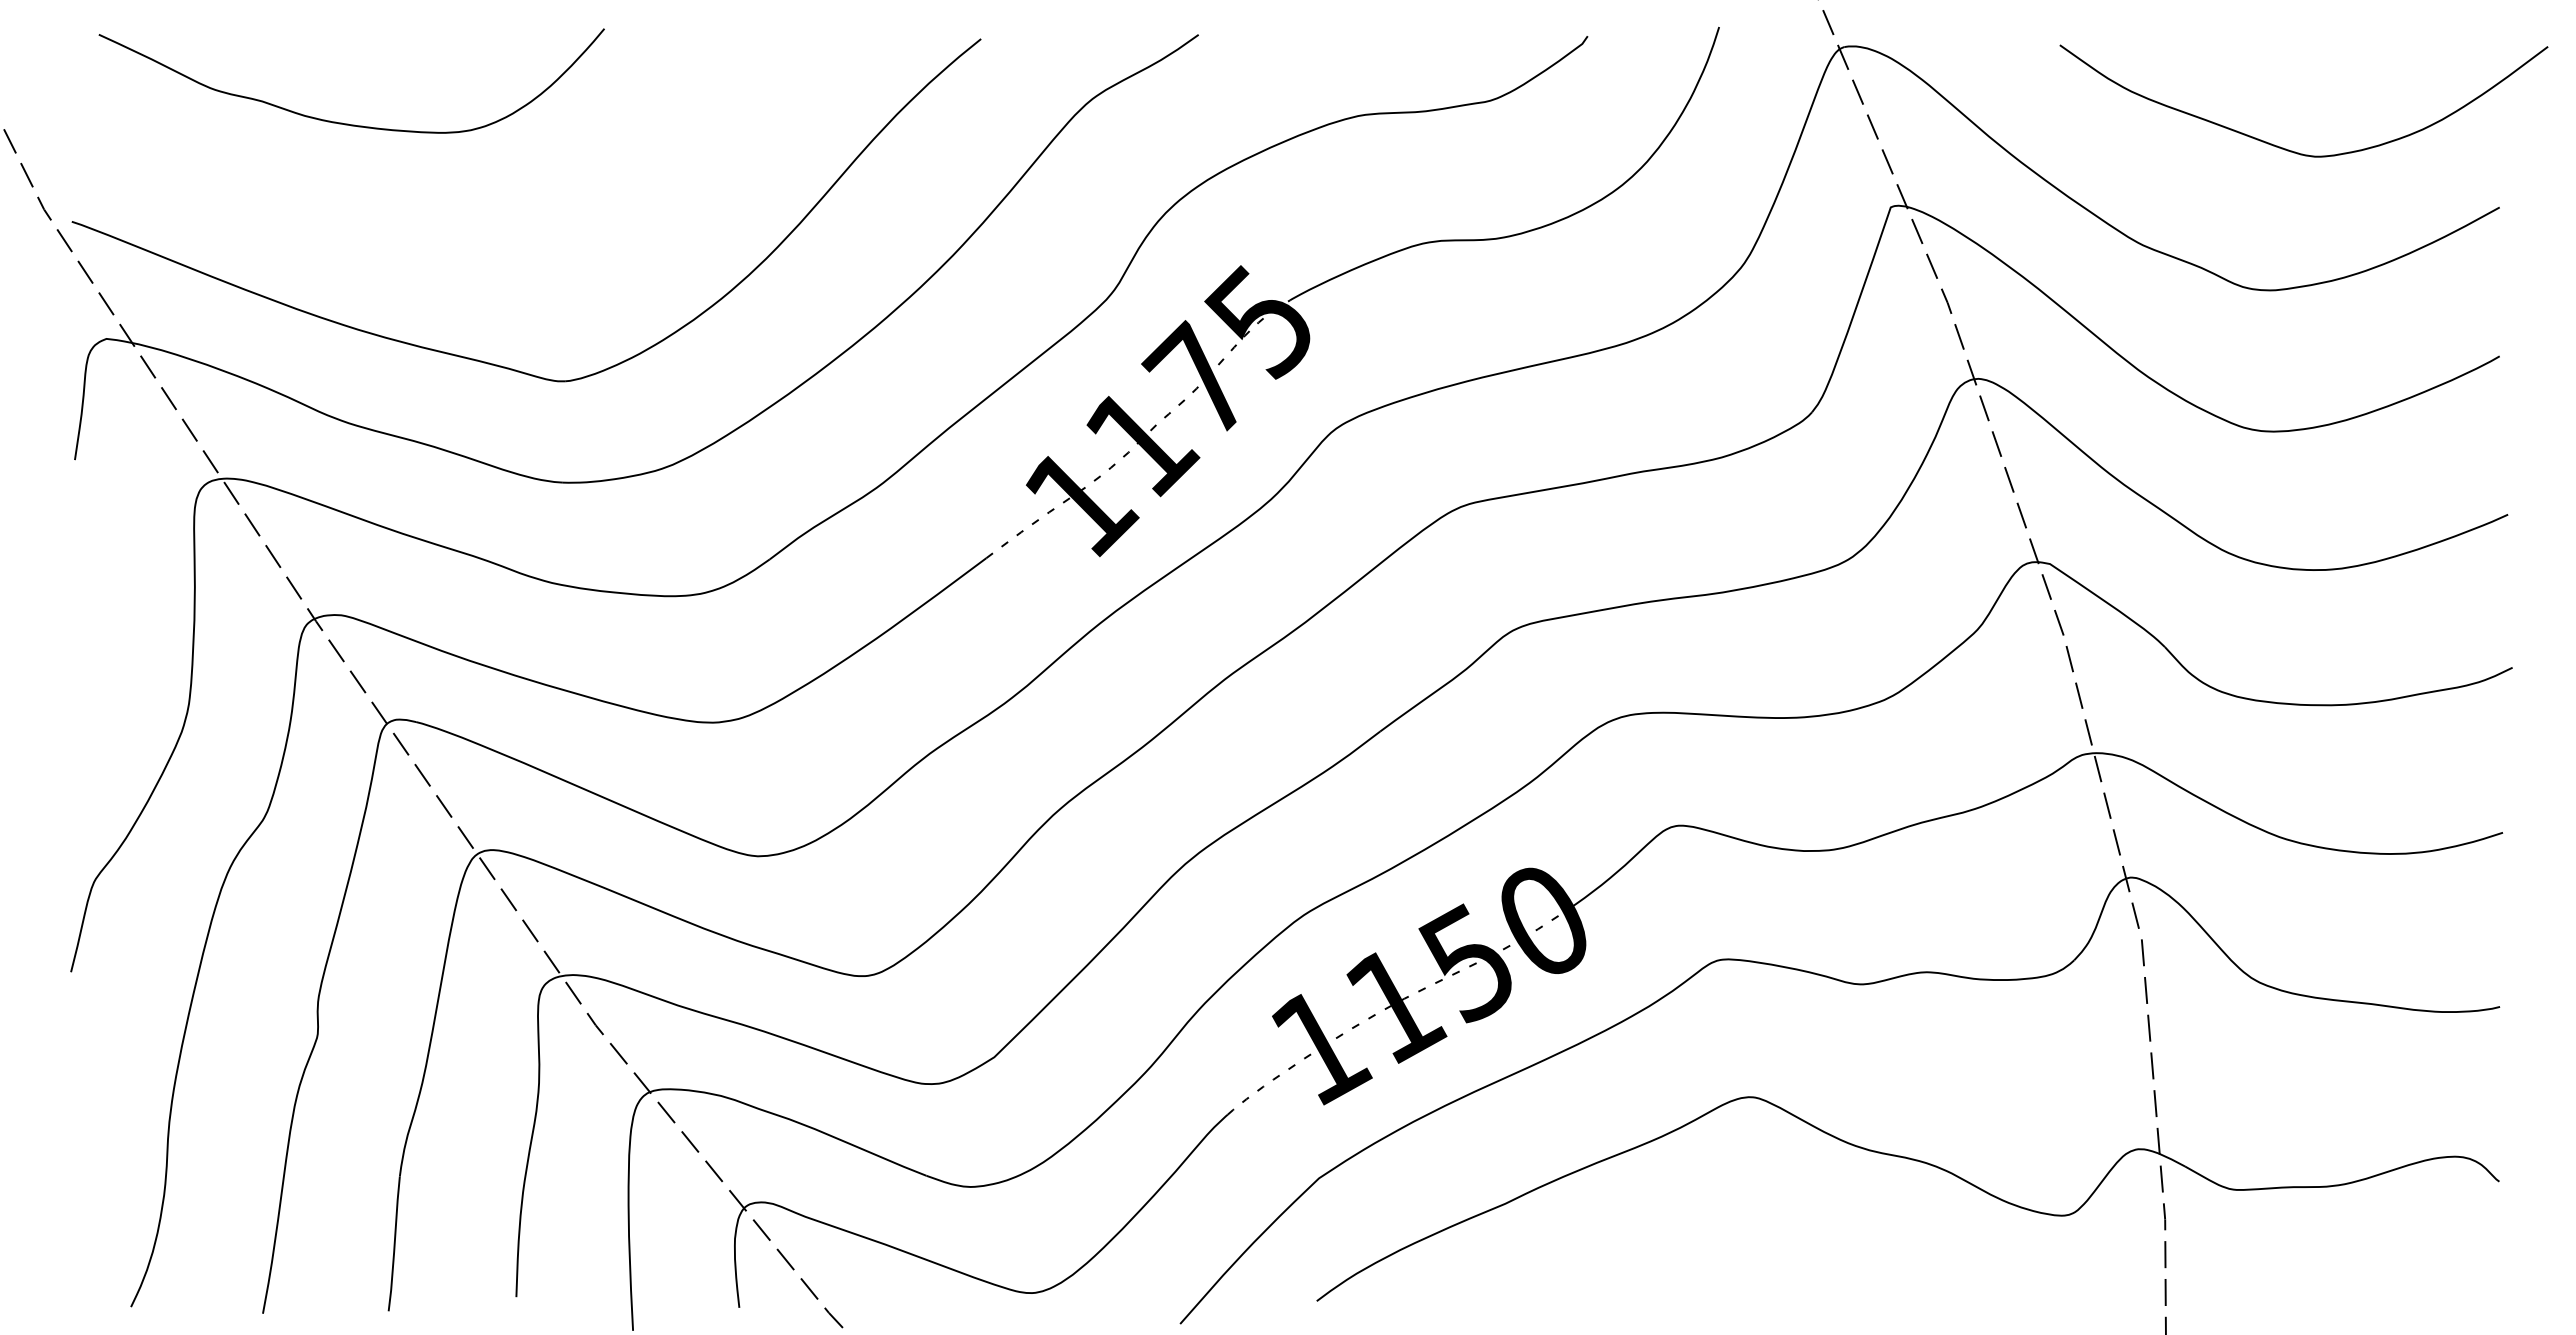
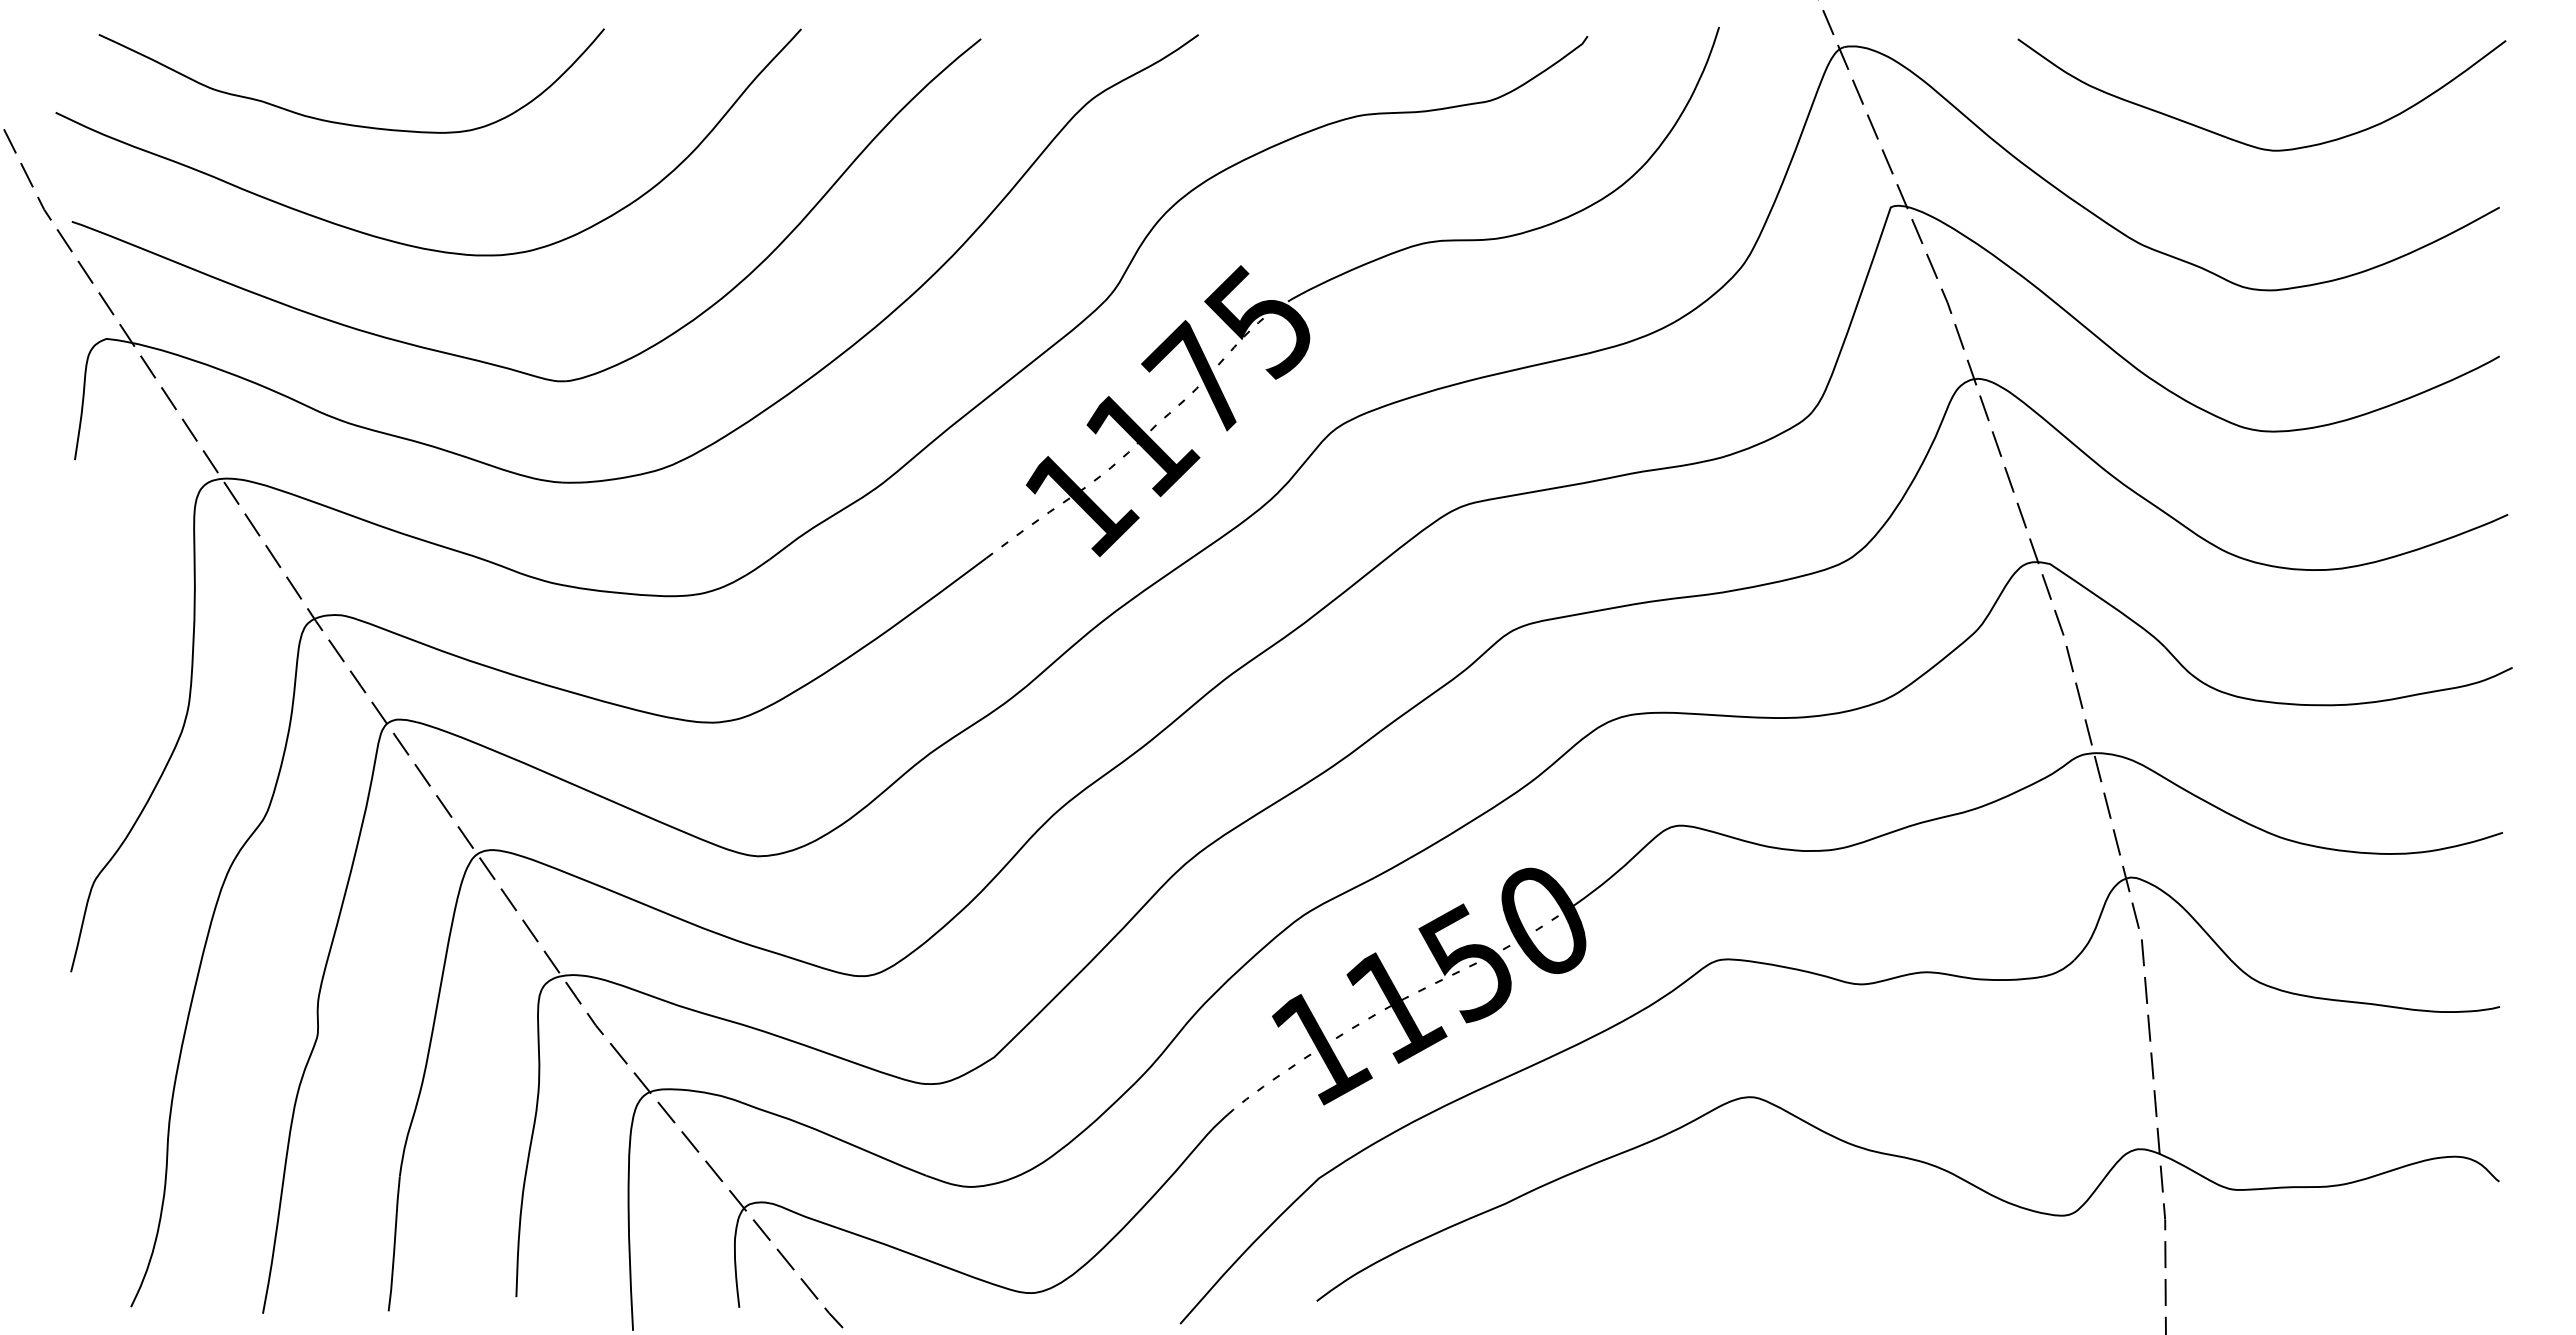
curve at (2286, 148) position: (2286, 148) -> (2244, 142)
curve at (410, 244): none -> present
